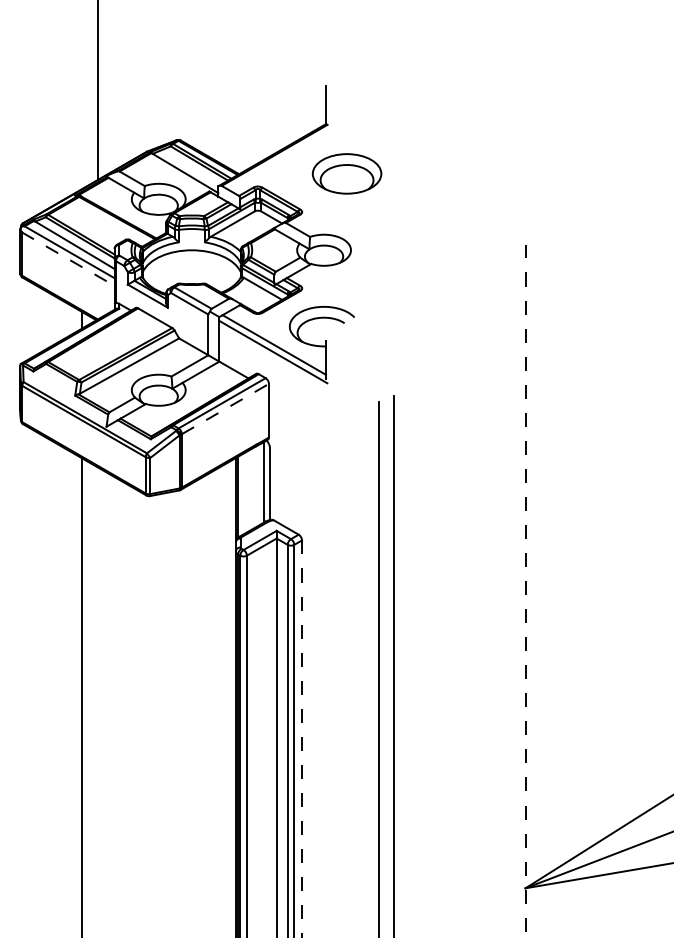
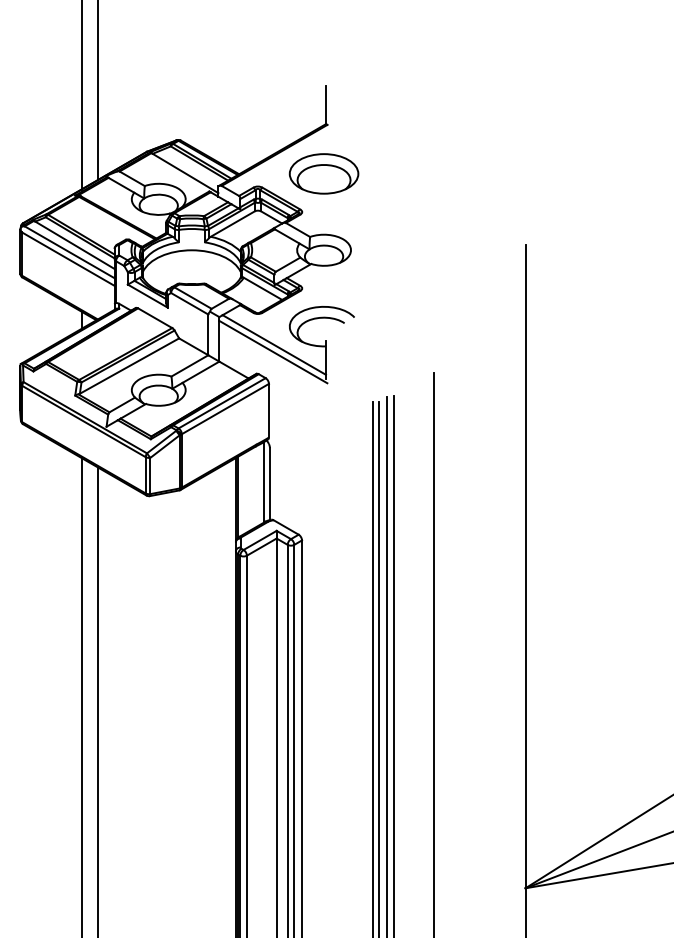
line at (81, 95): none -> present
part at (346, 173) position: (346, 173) -> (323, 173)
line at (68, 259): dashed -> solid
line at (225, 408): dashed -> solid
line at (525, 591): dashed -> solid
line at (434, 653): none -> present
line at (386, 665): none -> present
line at (372, 667): none -> present
line at (98, 700): none -> present
line at (302, 739): dashed -> solid
